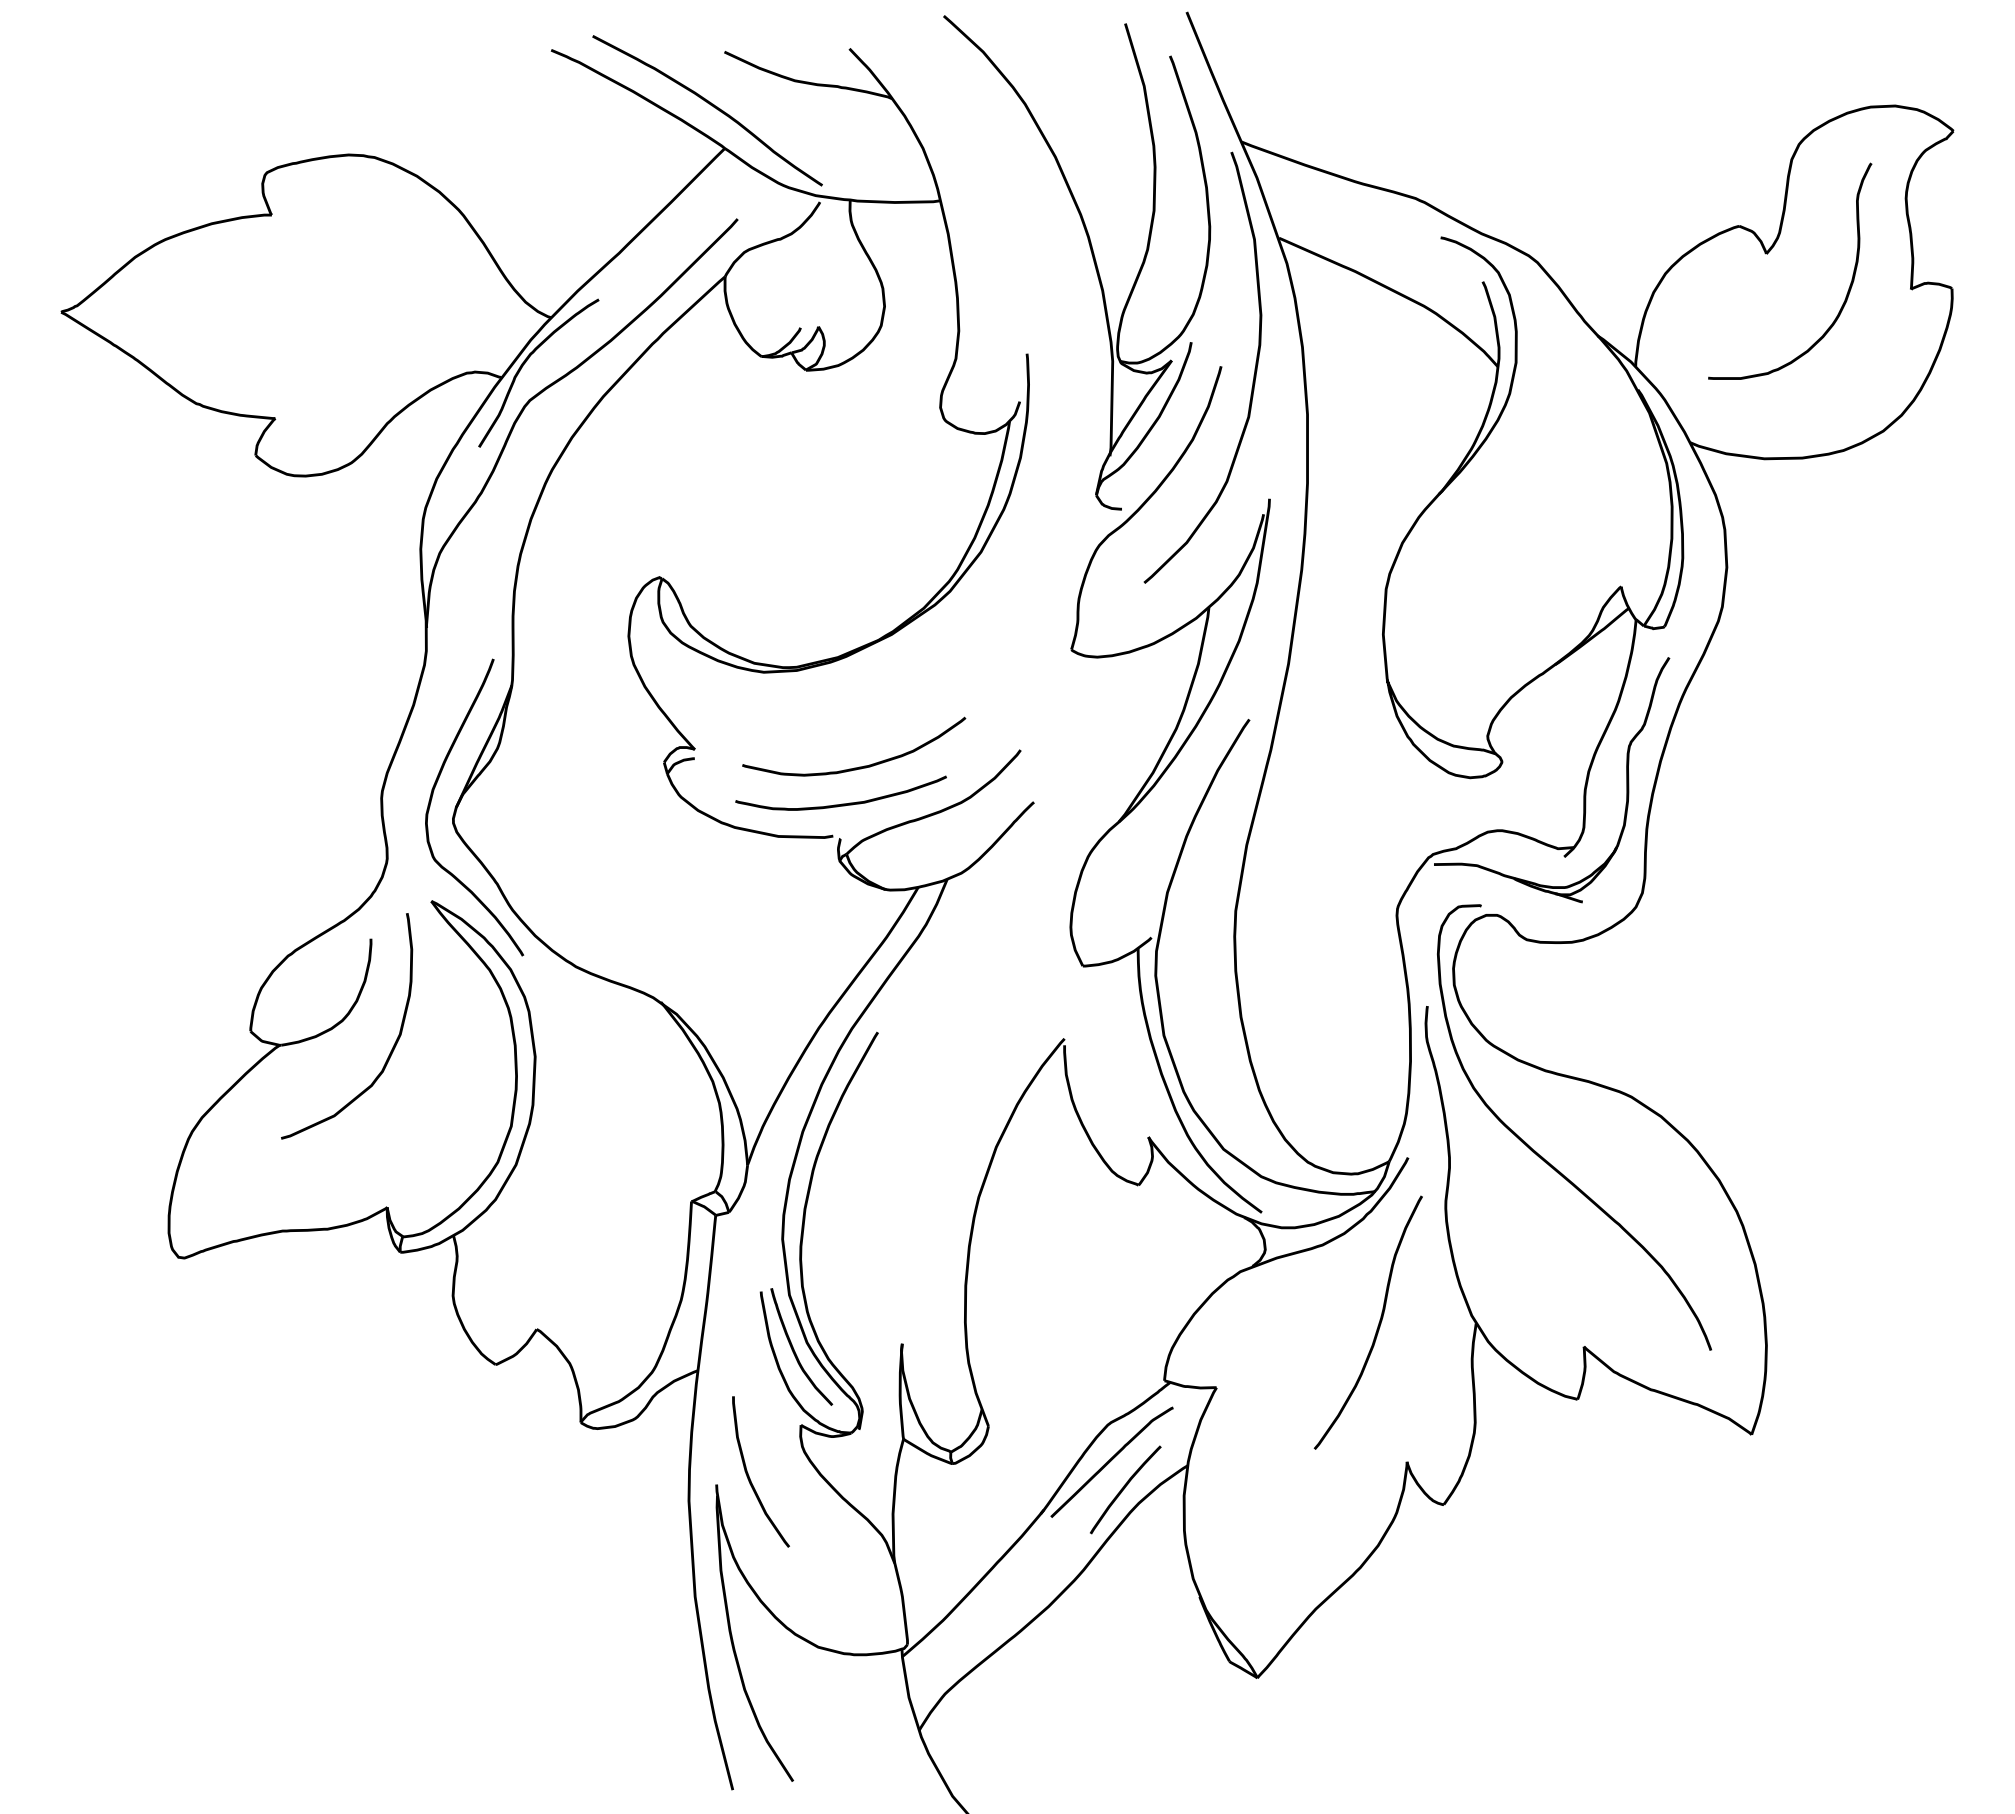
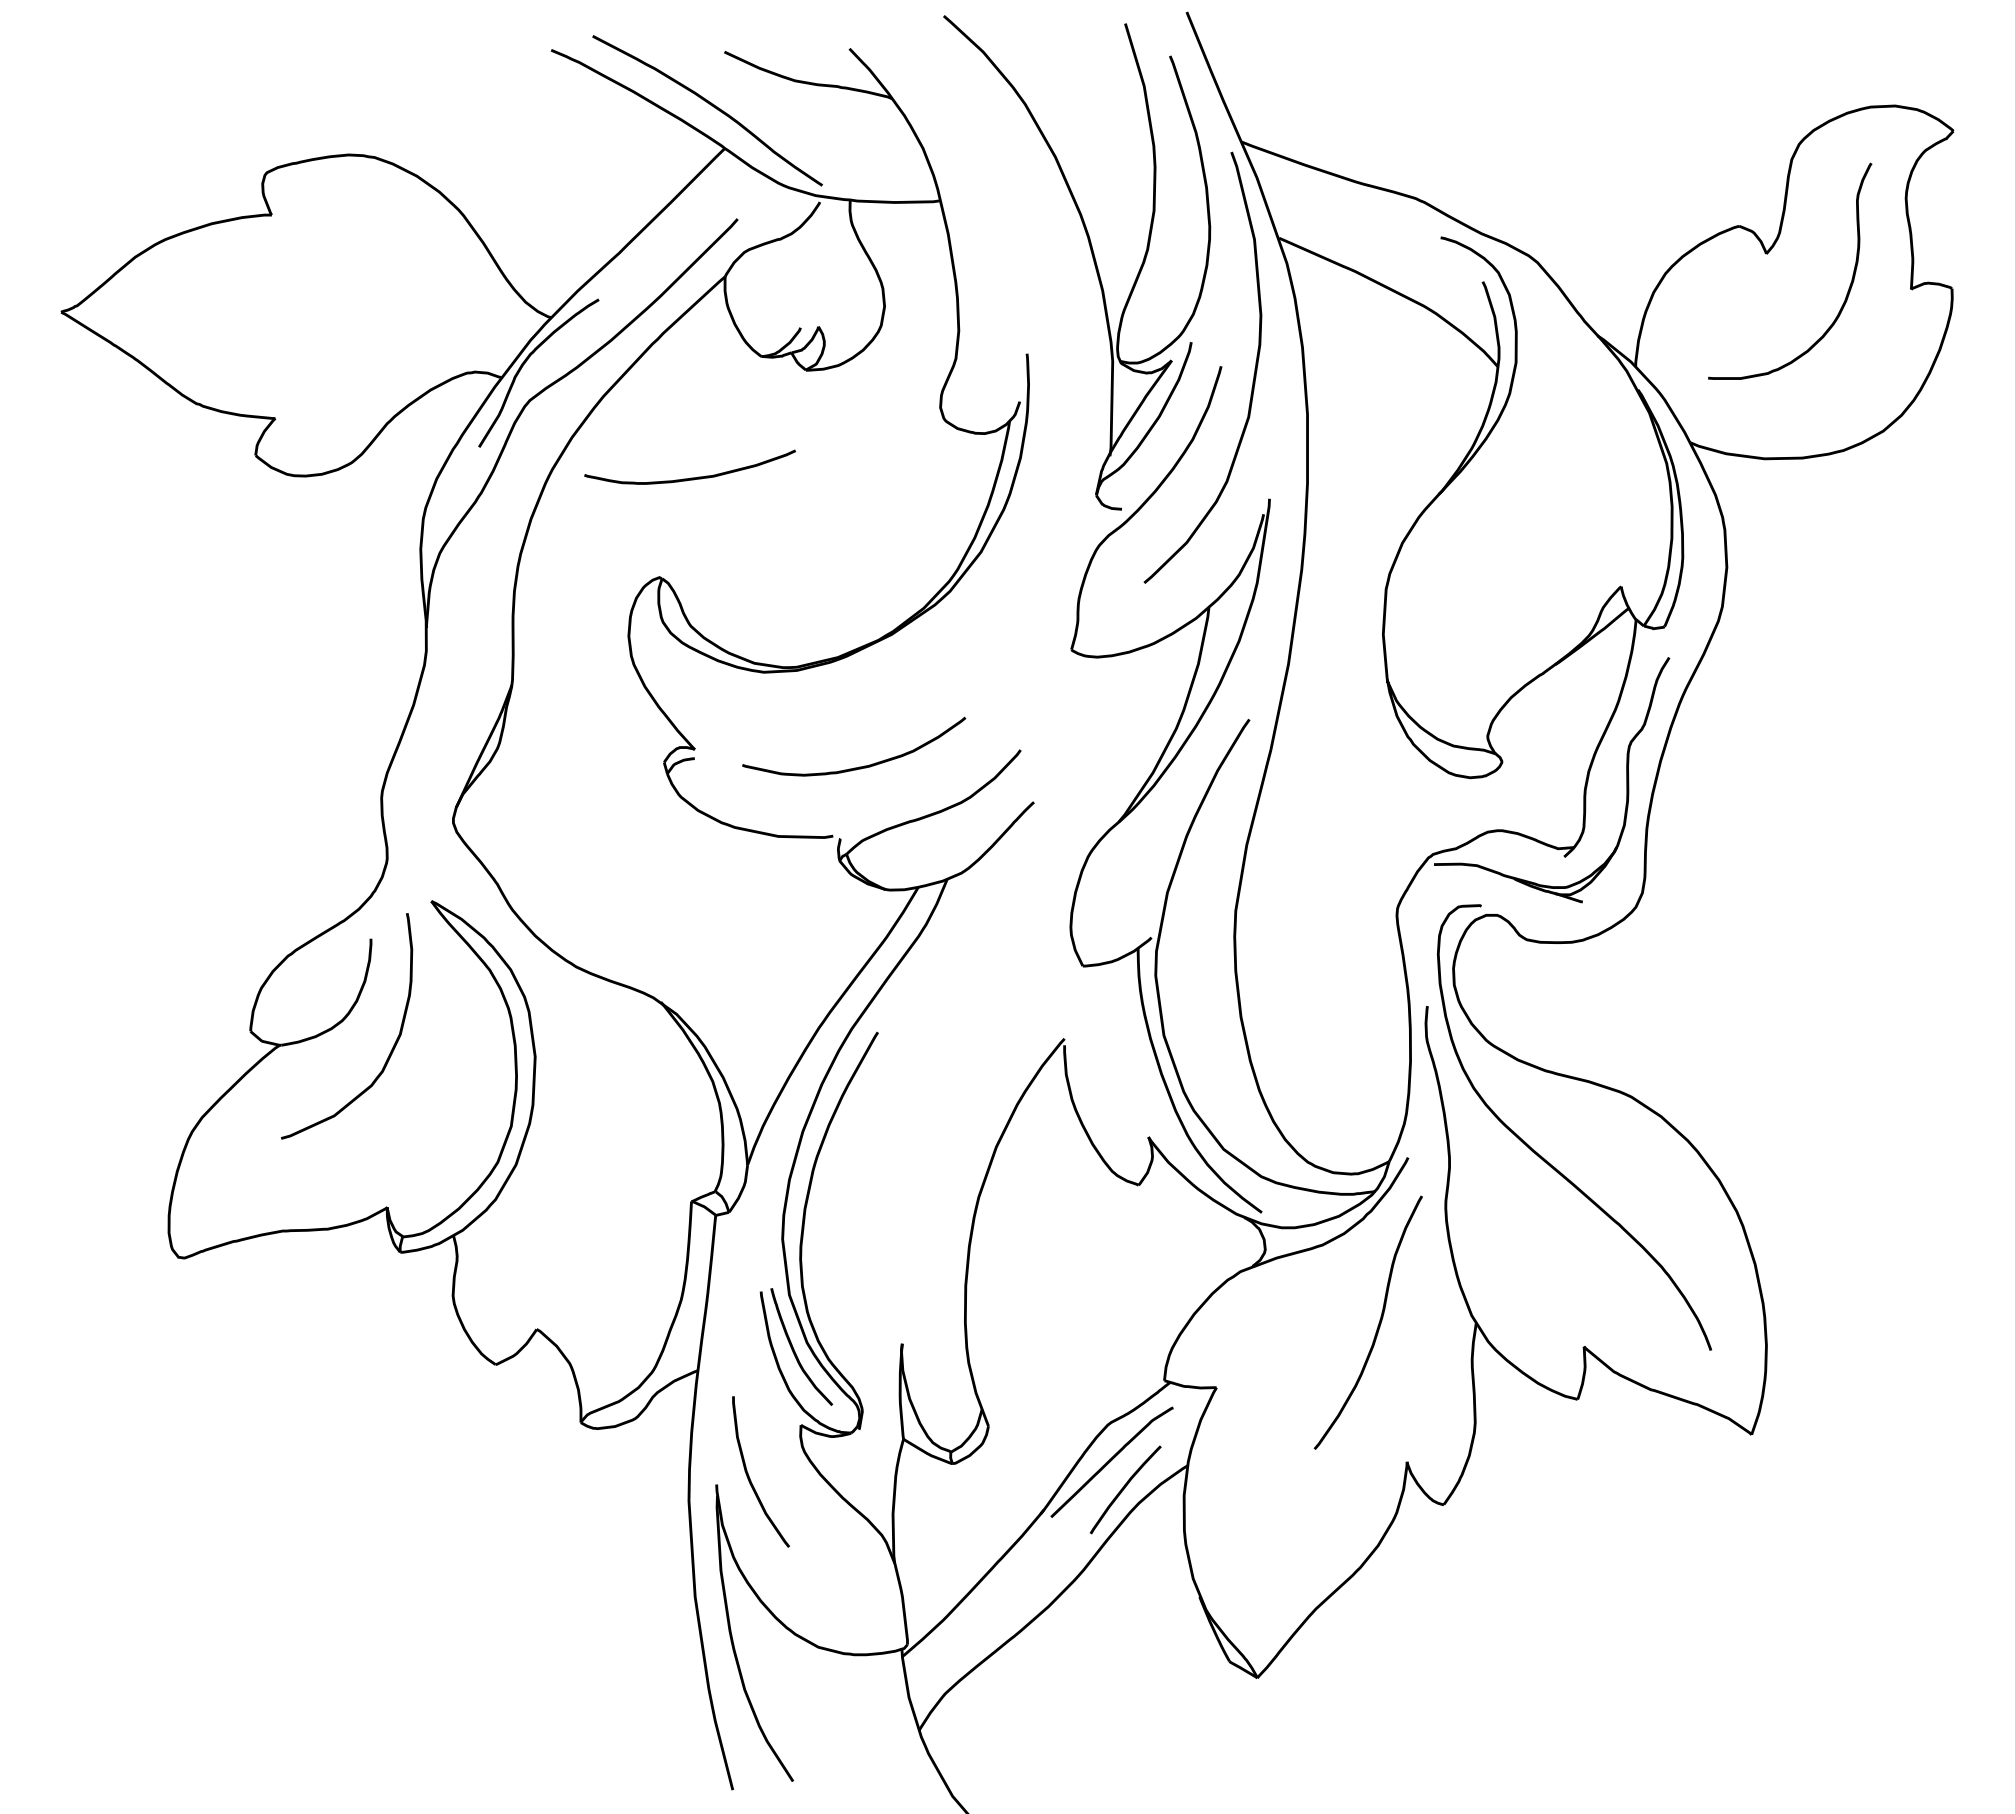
curve at (432, 798): present -> none
curve at (841, 803) position: (841, 803) -> (690, 477)
